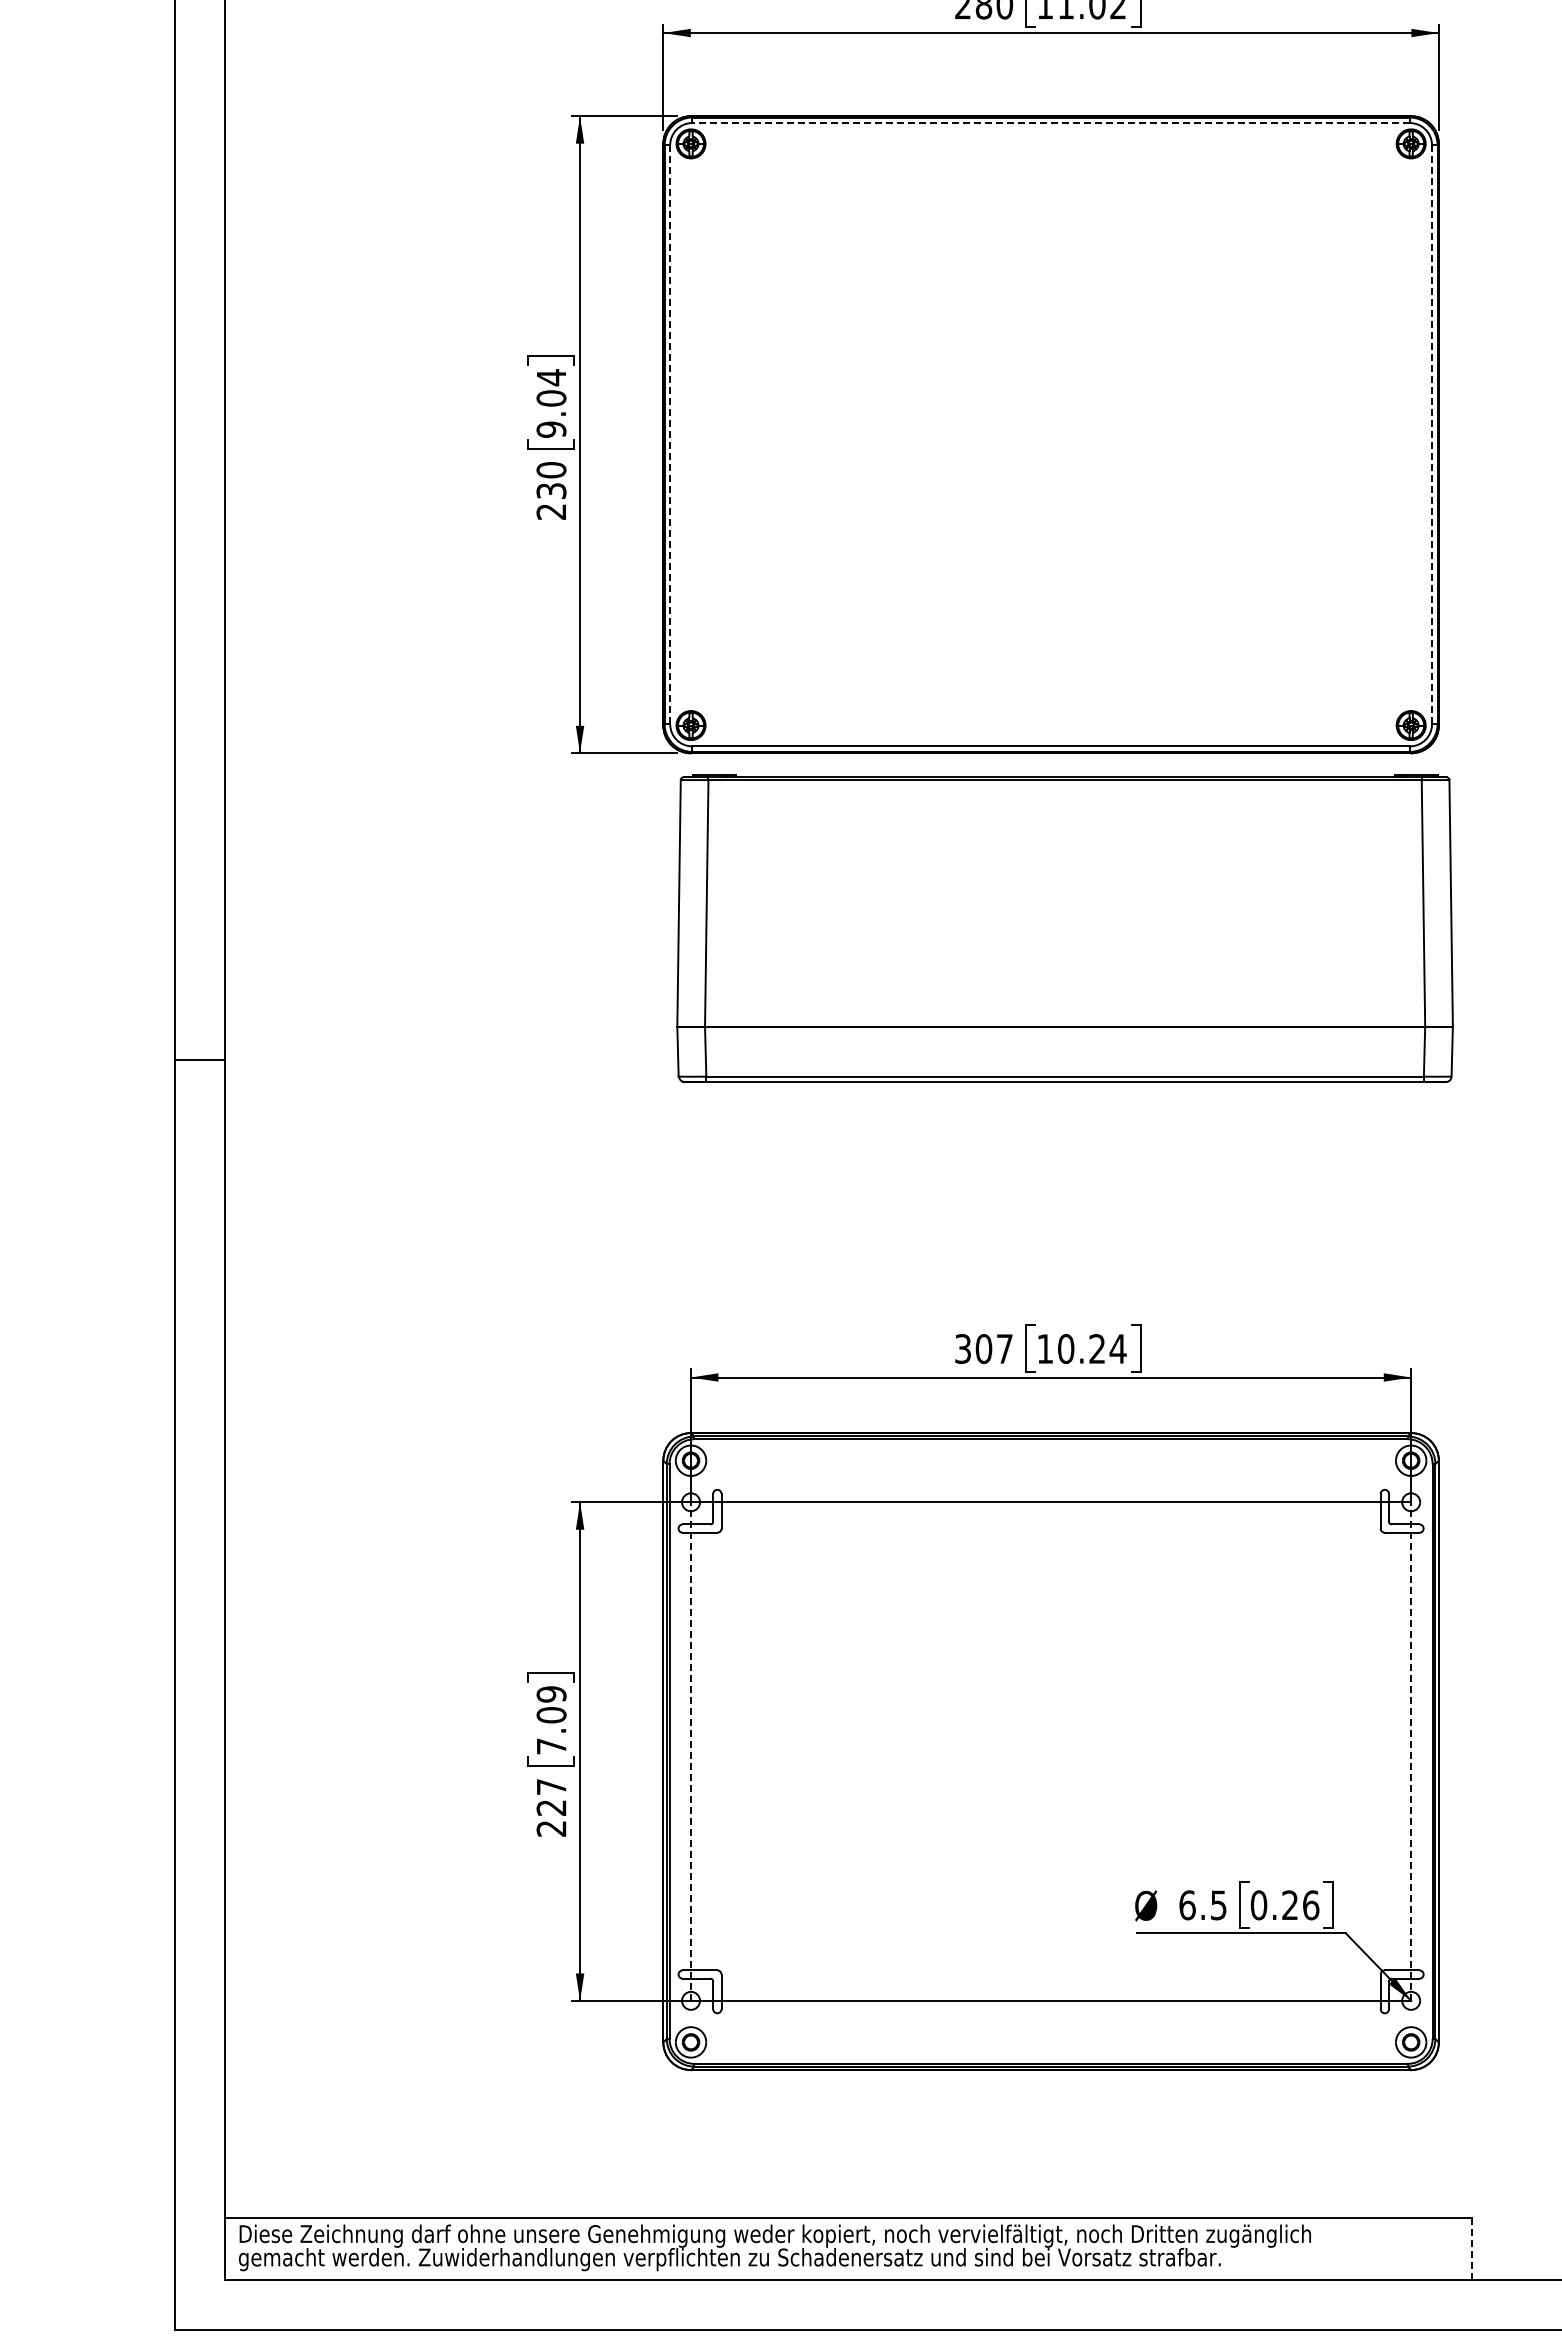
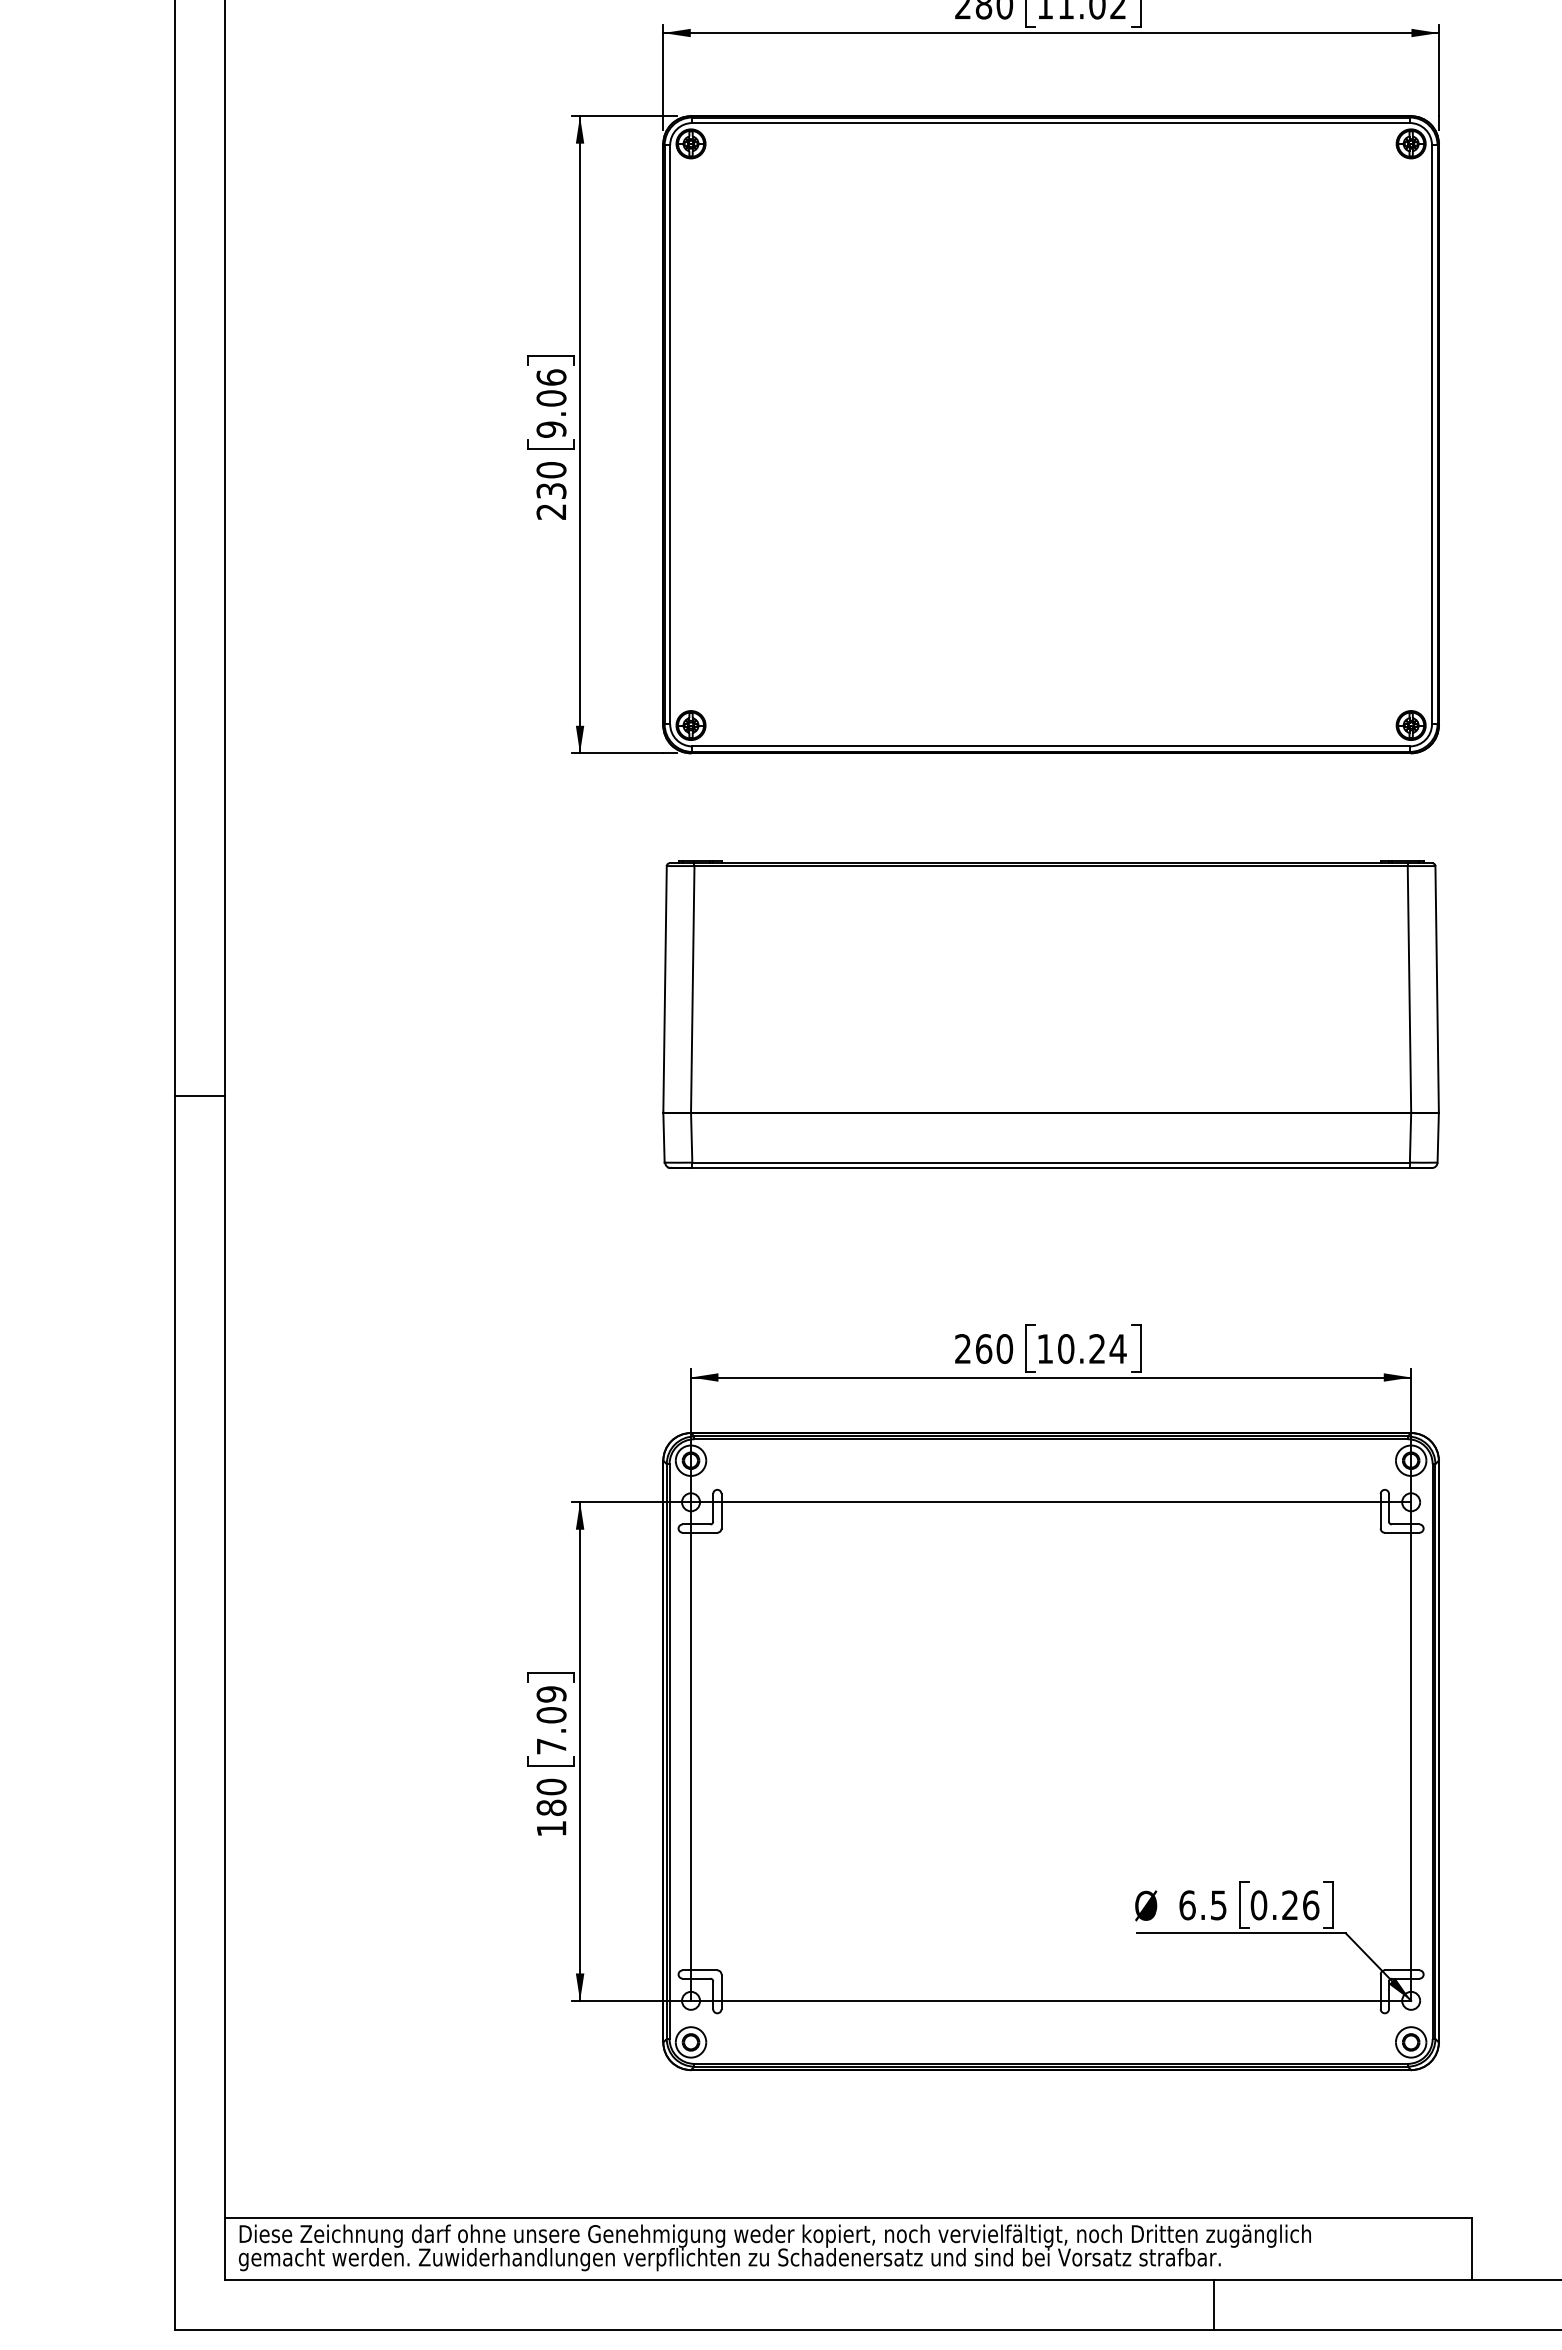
line at (1051, 123): dashed -> solid
text at (551, 377): 9.04 -> 9.06
line at (670, 434): dashed -> solid
line at (1432, 434): dashed -> solid
part at (1064, 928) position: (1064, 928) -> (1050, 1014)
line at (200, 1059) position: (200, 1059) -> (200, 1095)
text at (984, 1349): 307 -> 260
line at (691, 1751): dashed -> solid
line at (1411, 1751): dashed -> solid
text at (551, 1807): 227 -> 180
line at (1471, 2249): dashed -> solid
line at (1214, 2304): none -> present
